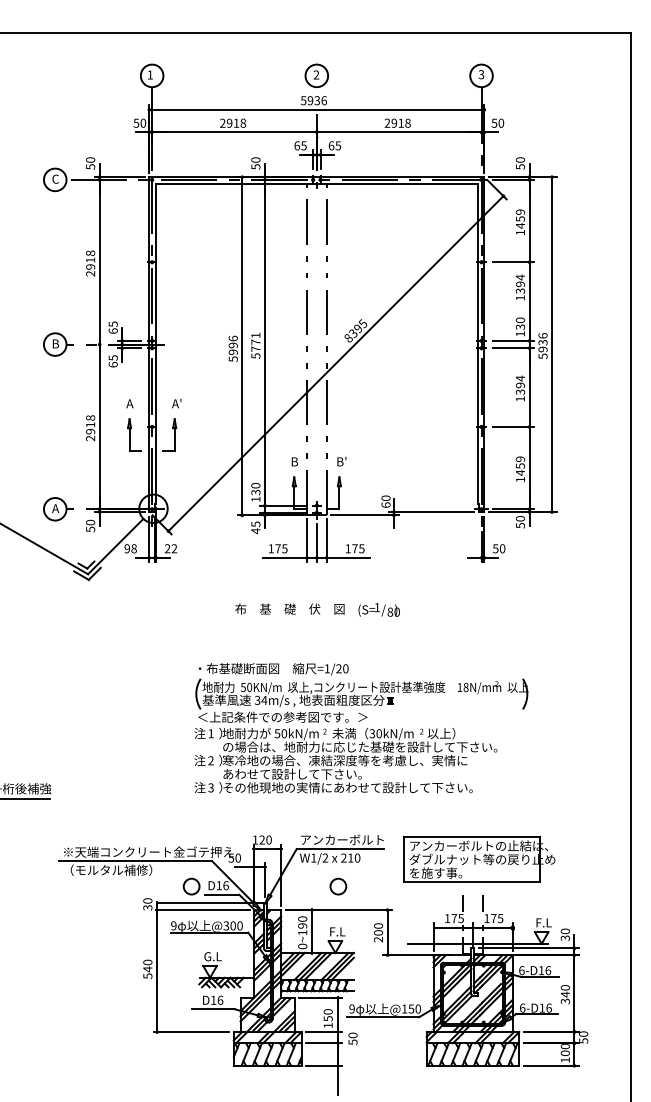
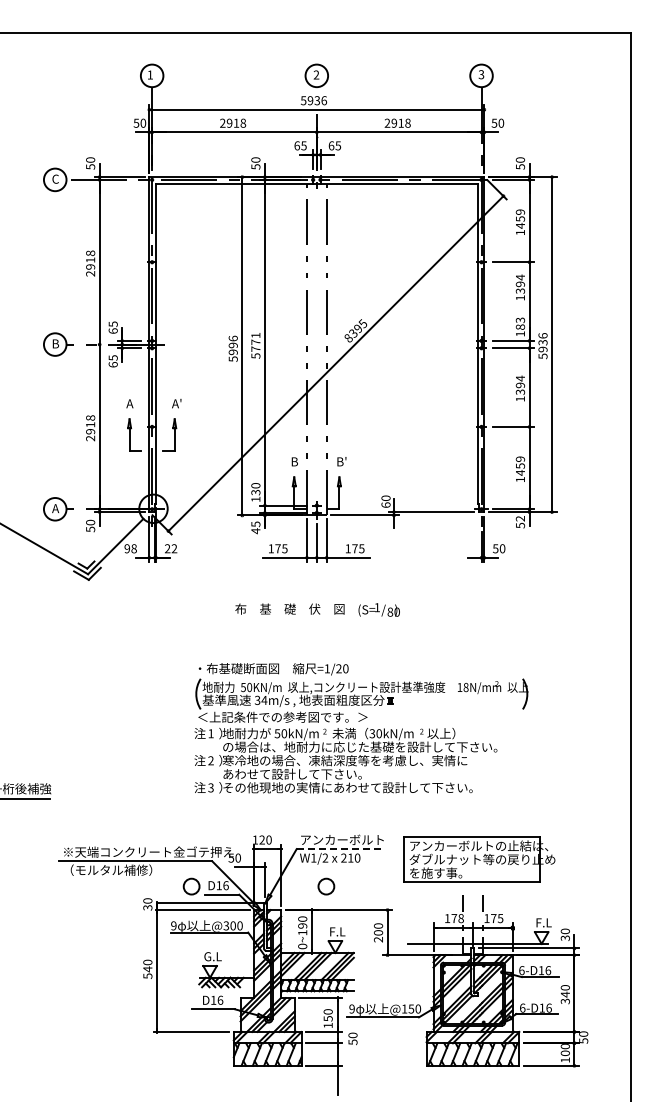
text at (520, 323): 130 -> 183
text at (520, 518): 50 -> 52
line at (340, 849): solid -> dashed
circle at (338, 886) position: (338, 886) -> (326, 886)
text at (460, 918): 175 -> 178
